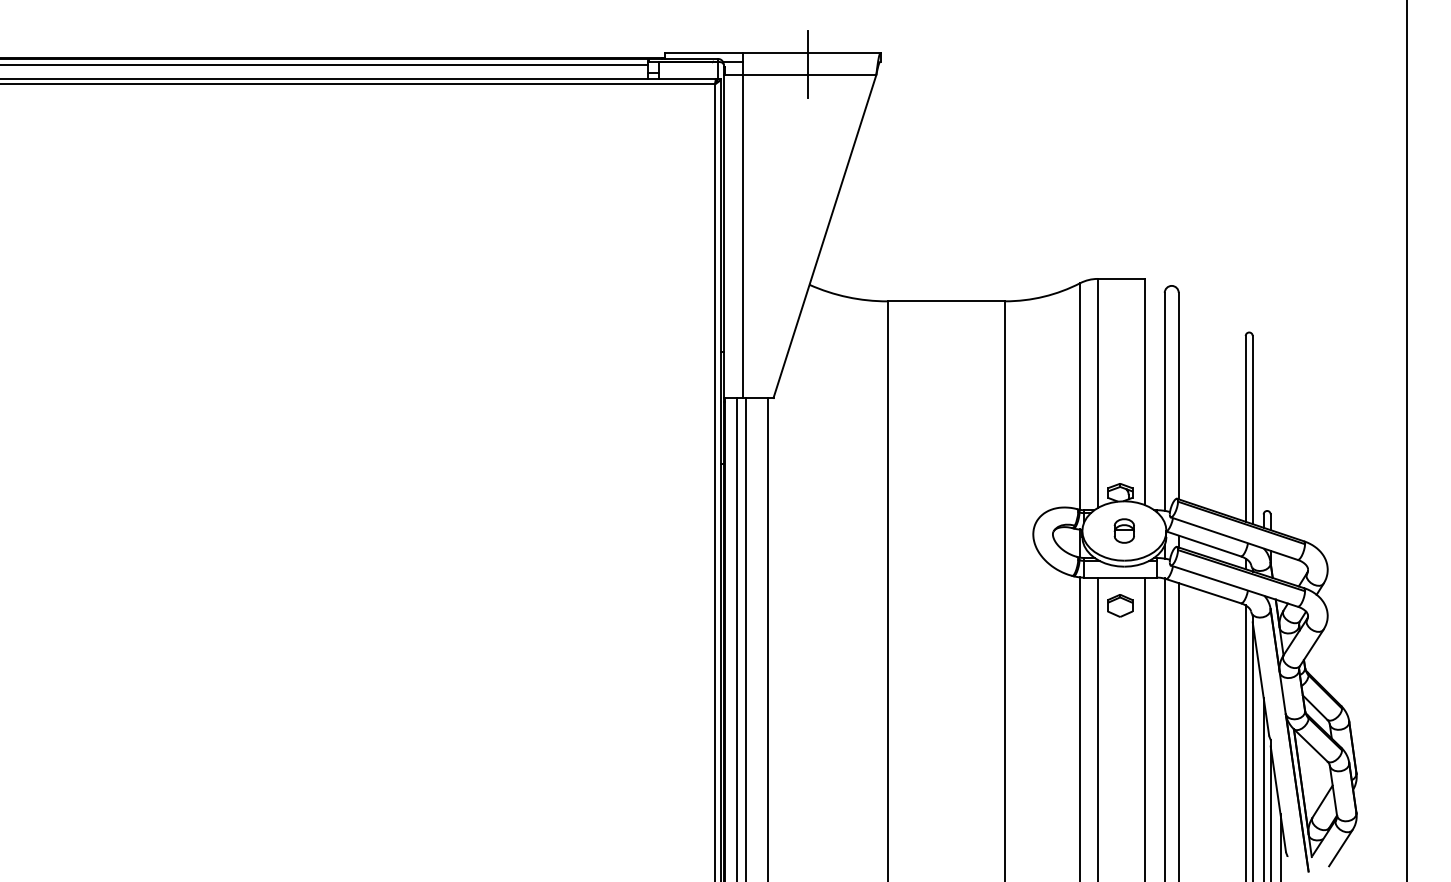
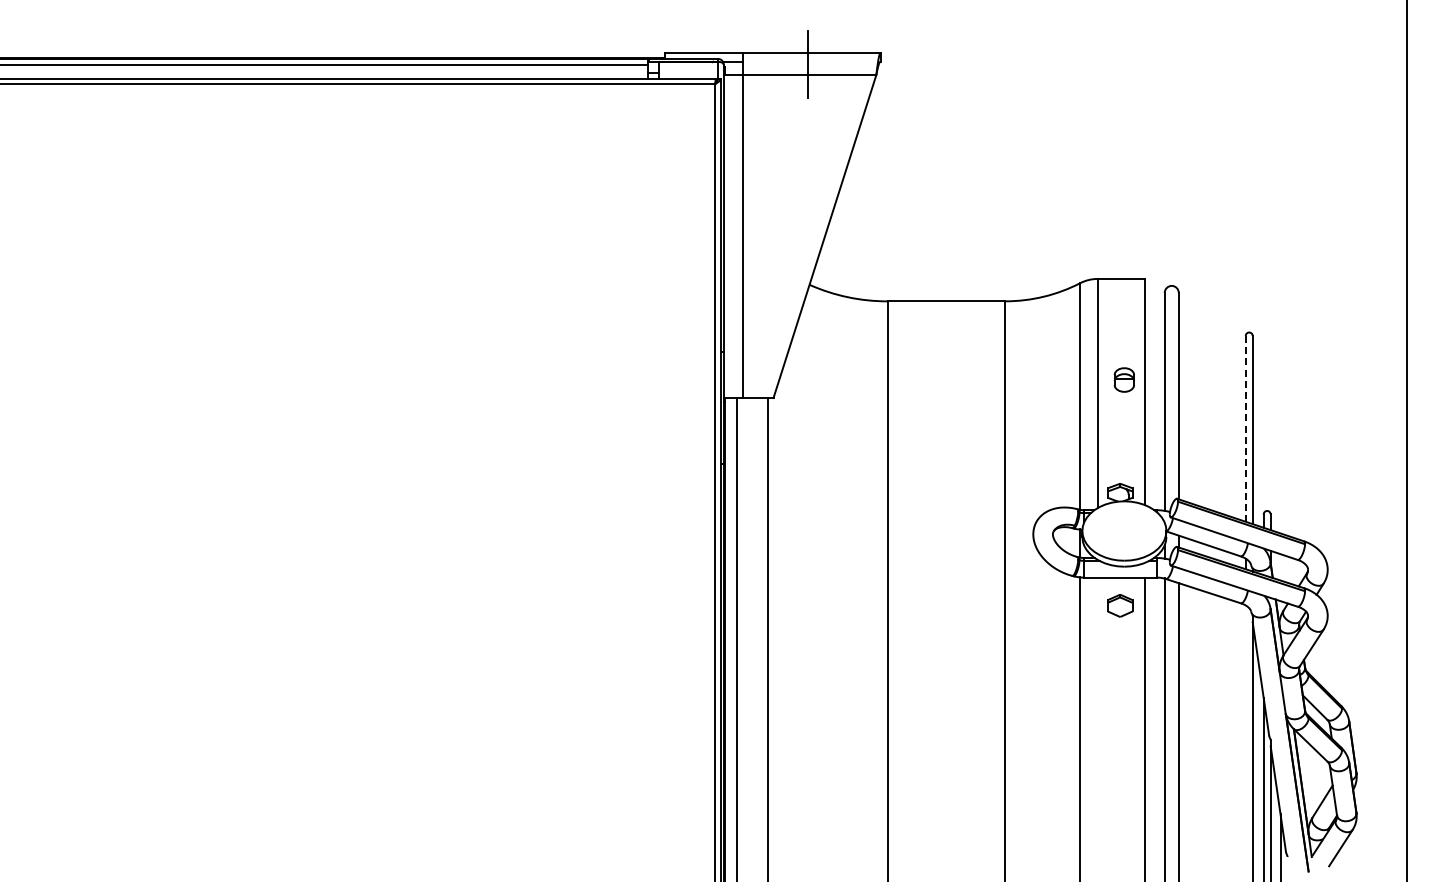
line at (1245, 428): solid -> dashed
part at (1123, 530) position: (1123, 530) -> (1123, 379)
line at (746, 638): present -> none
line at (1097, 727): present -> none
line at (1245, 741): present -> none
